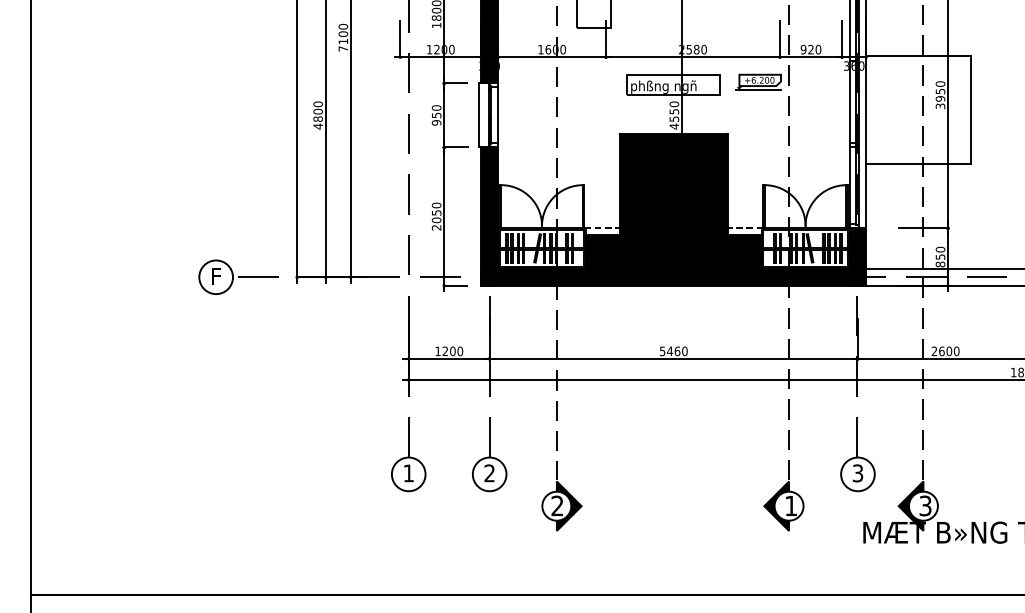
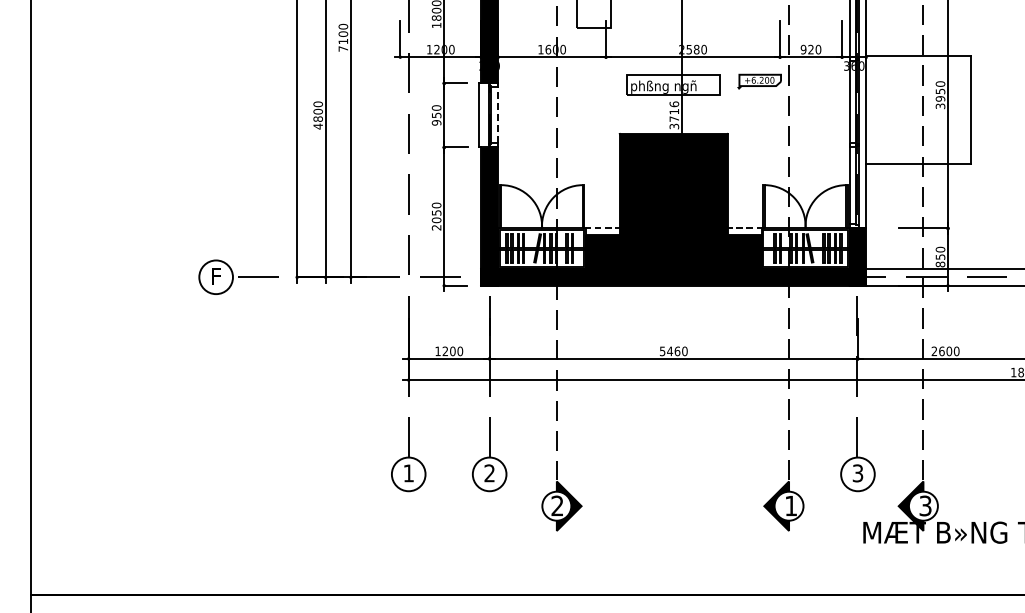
line at (758, 90): present -> none
line at (498, 115): solid -> dashed
text at (674, 115): 4550 -> 3716
